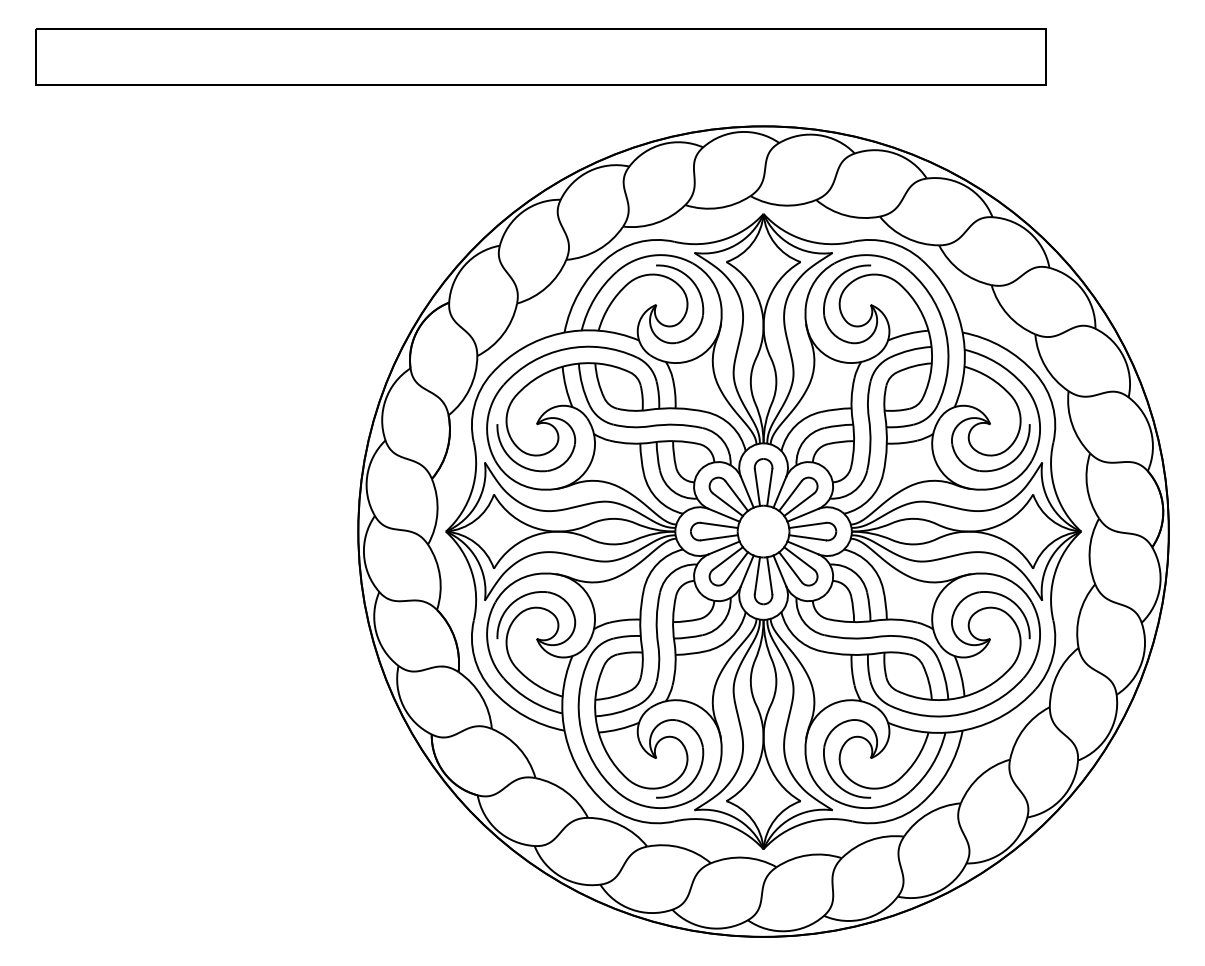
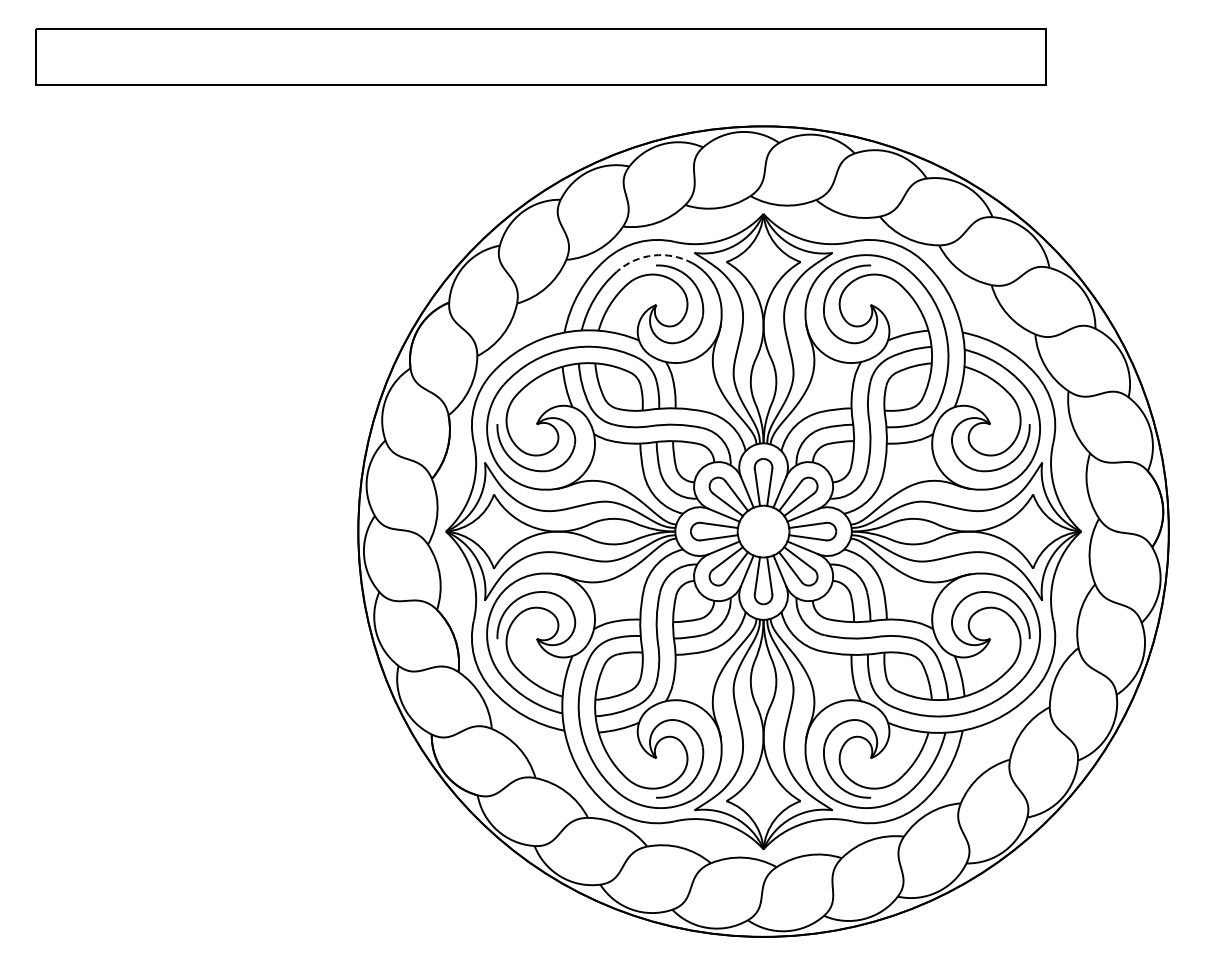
arc at (653, 255): solid -> dashed
